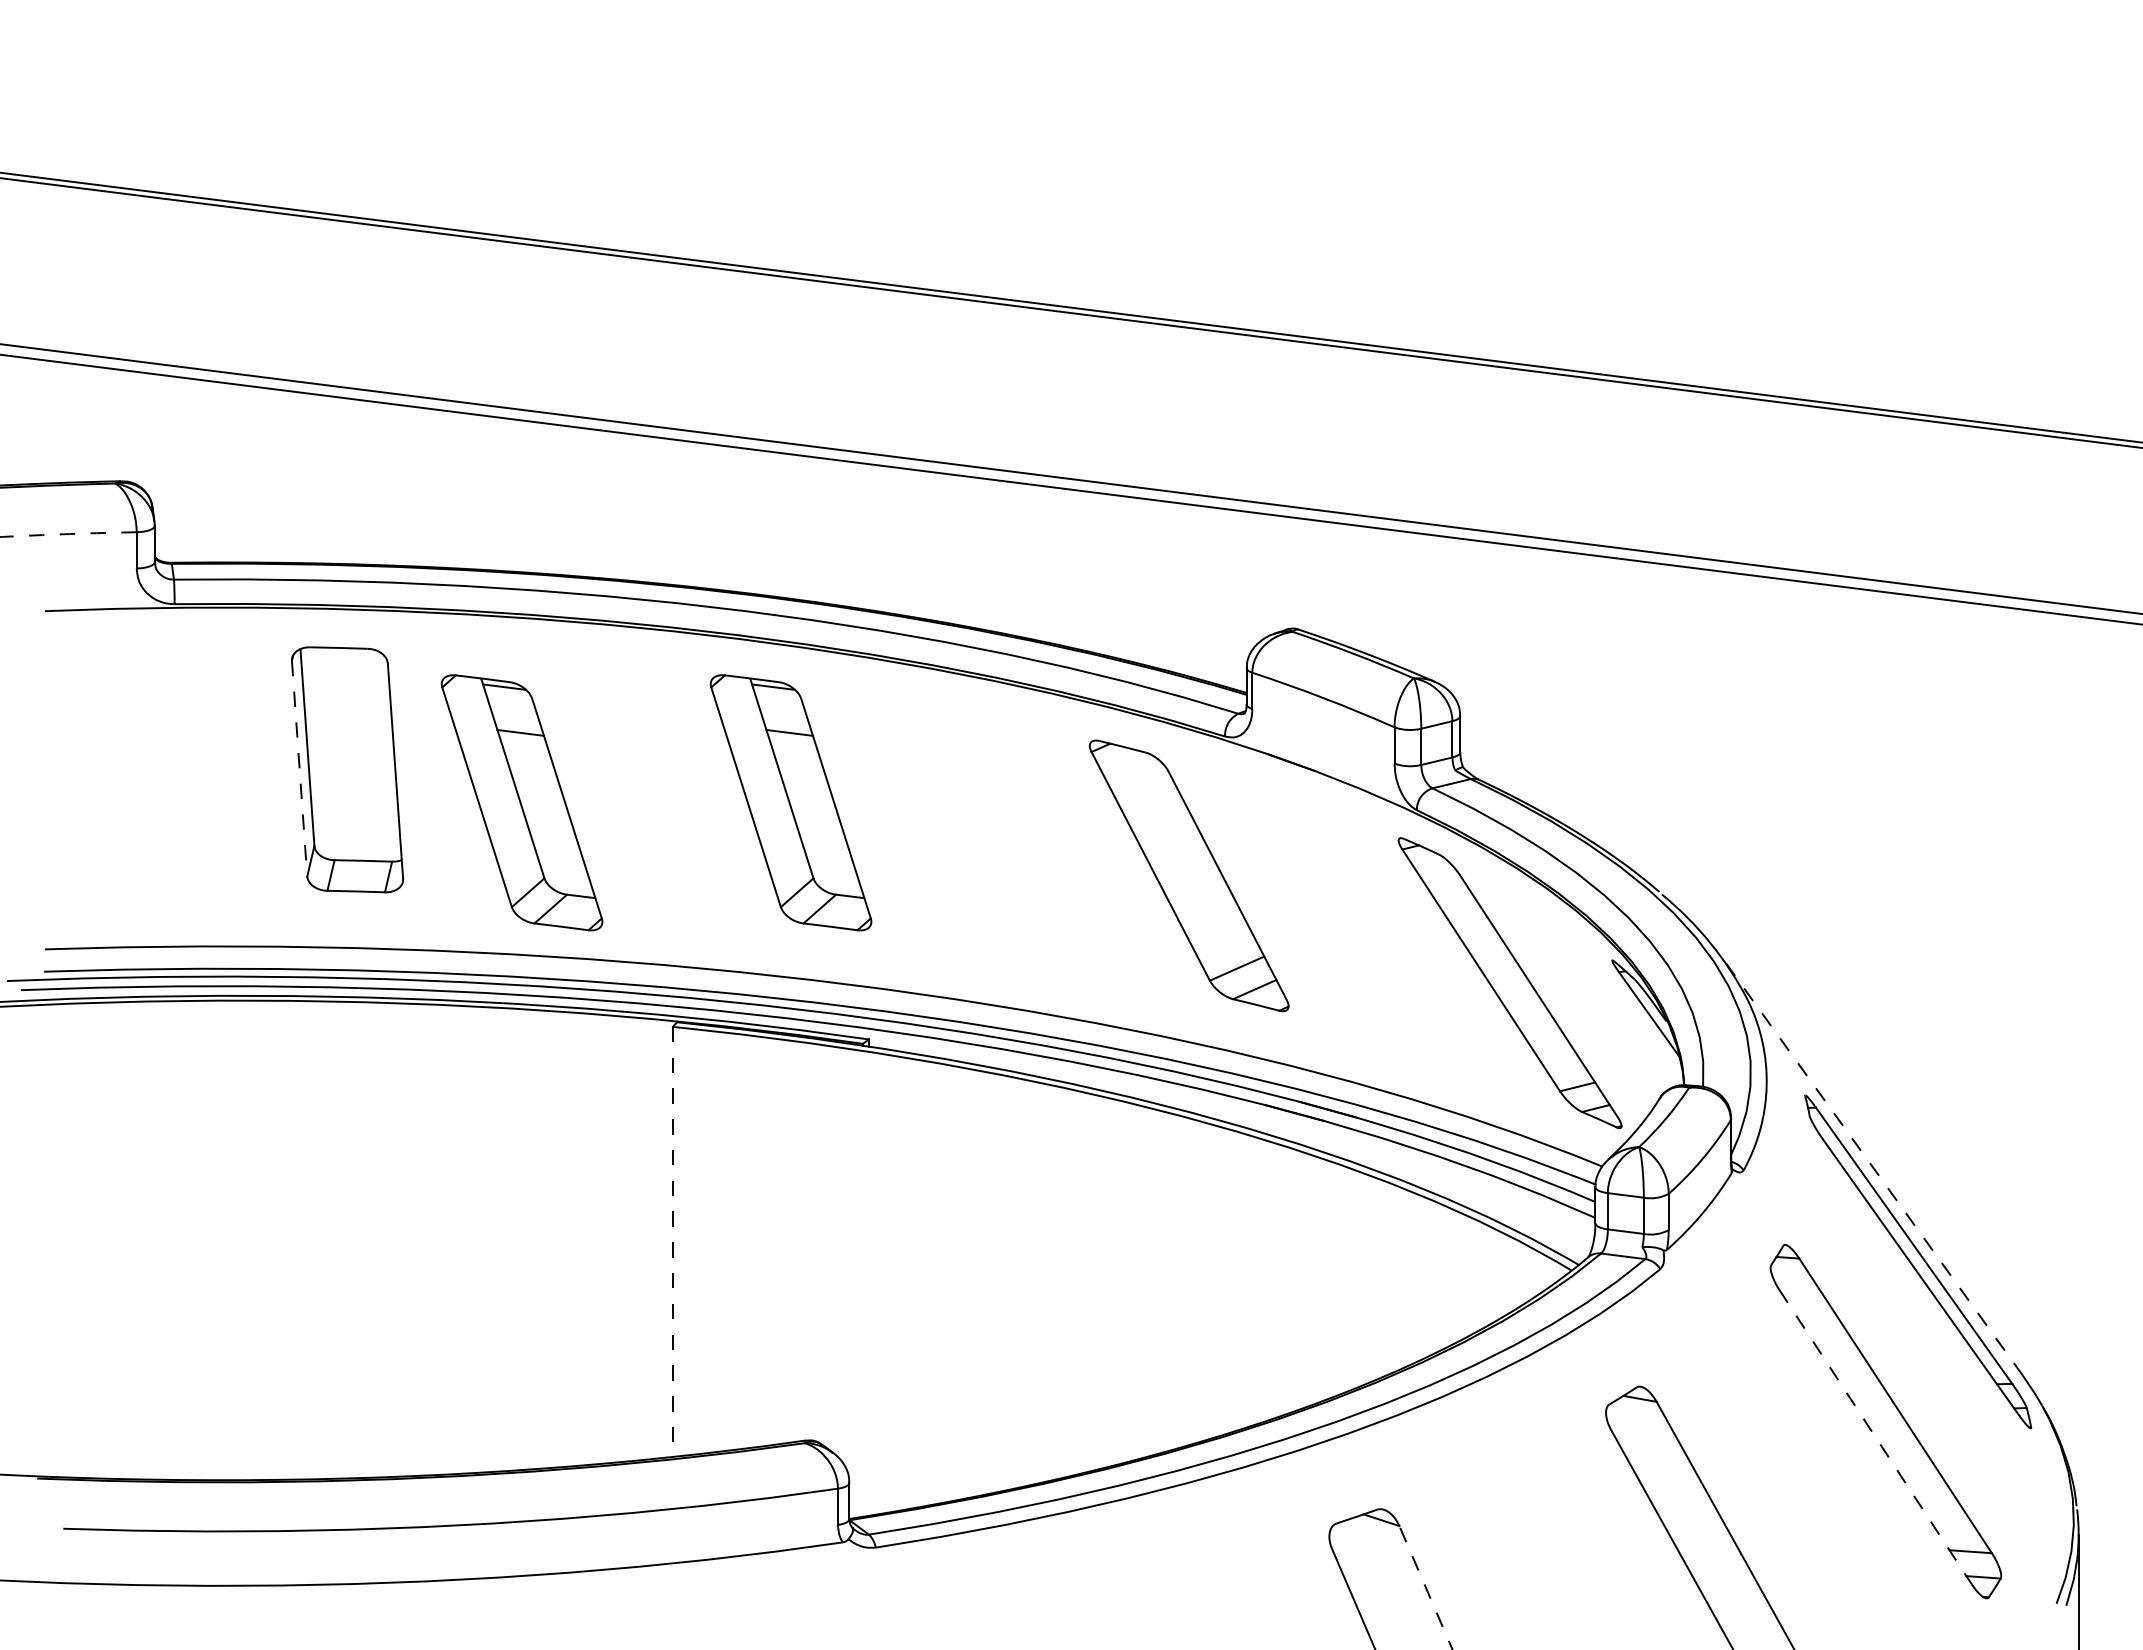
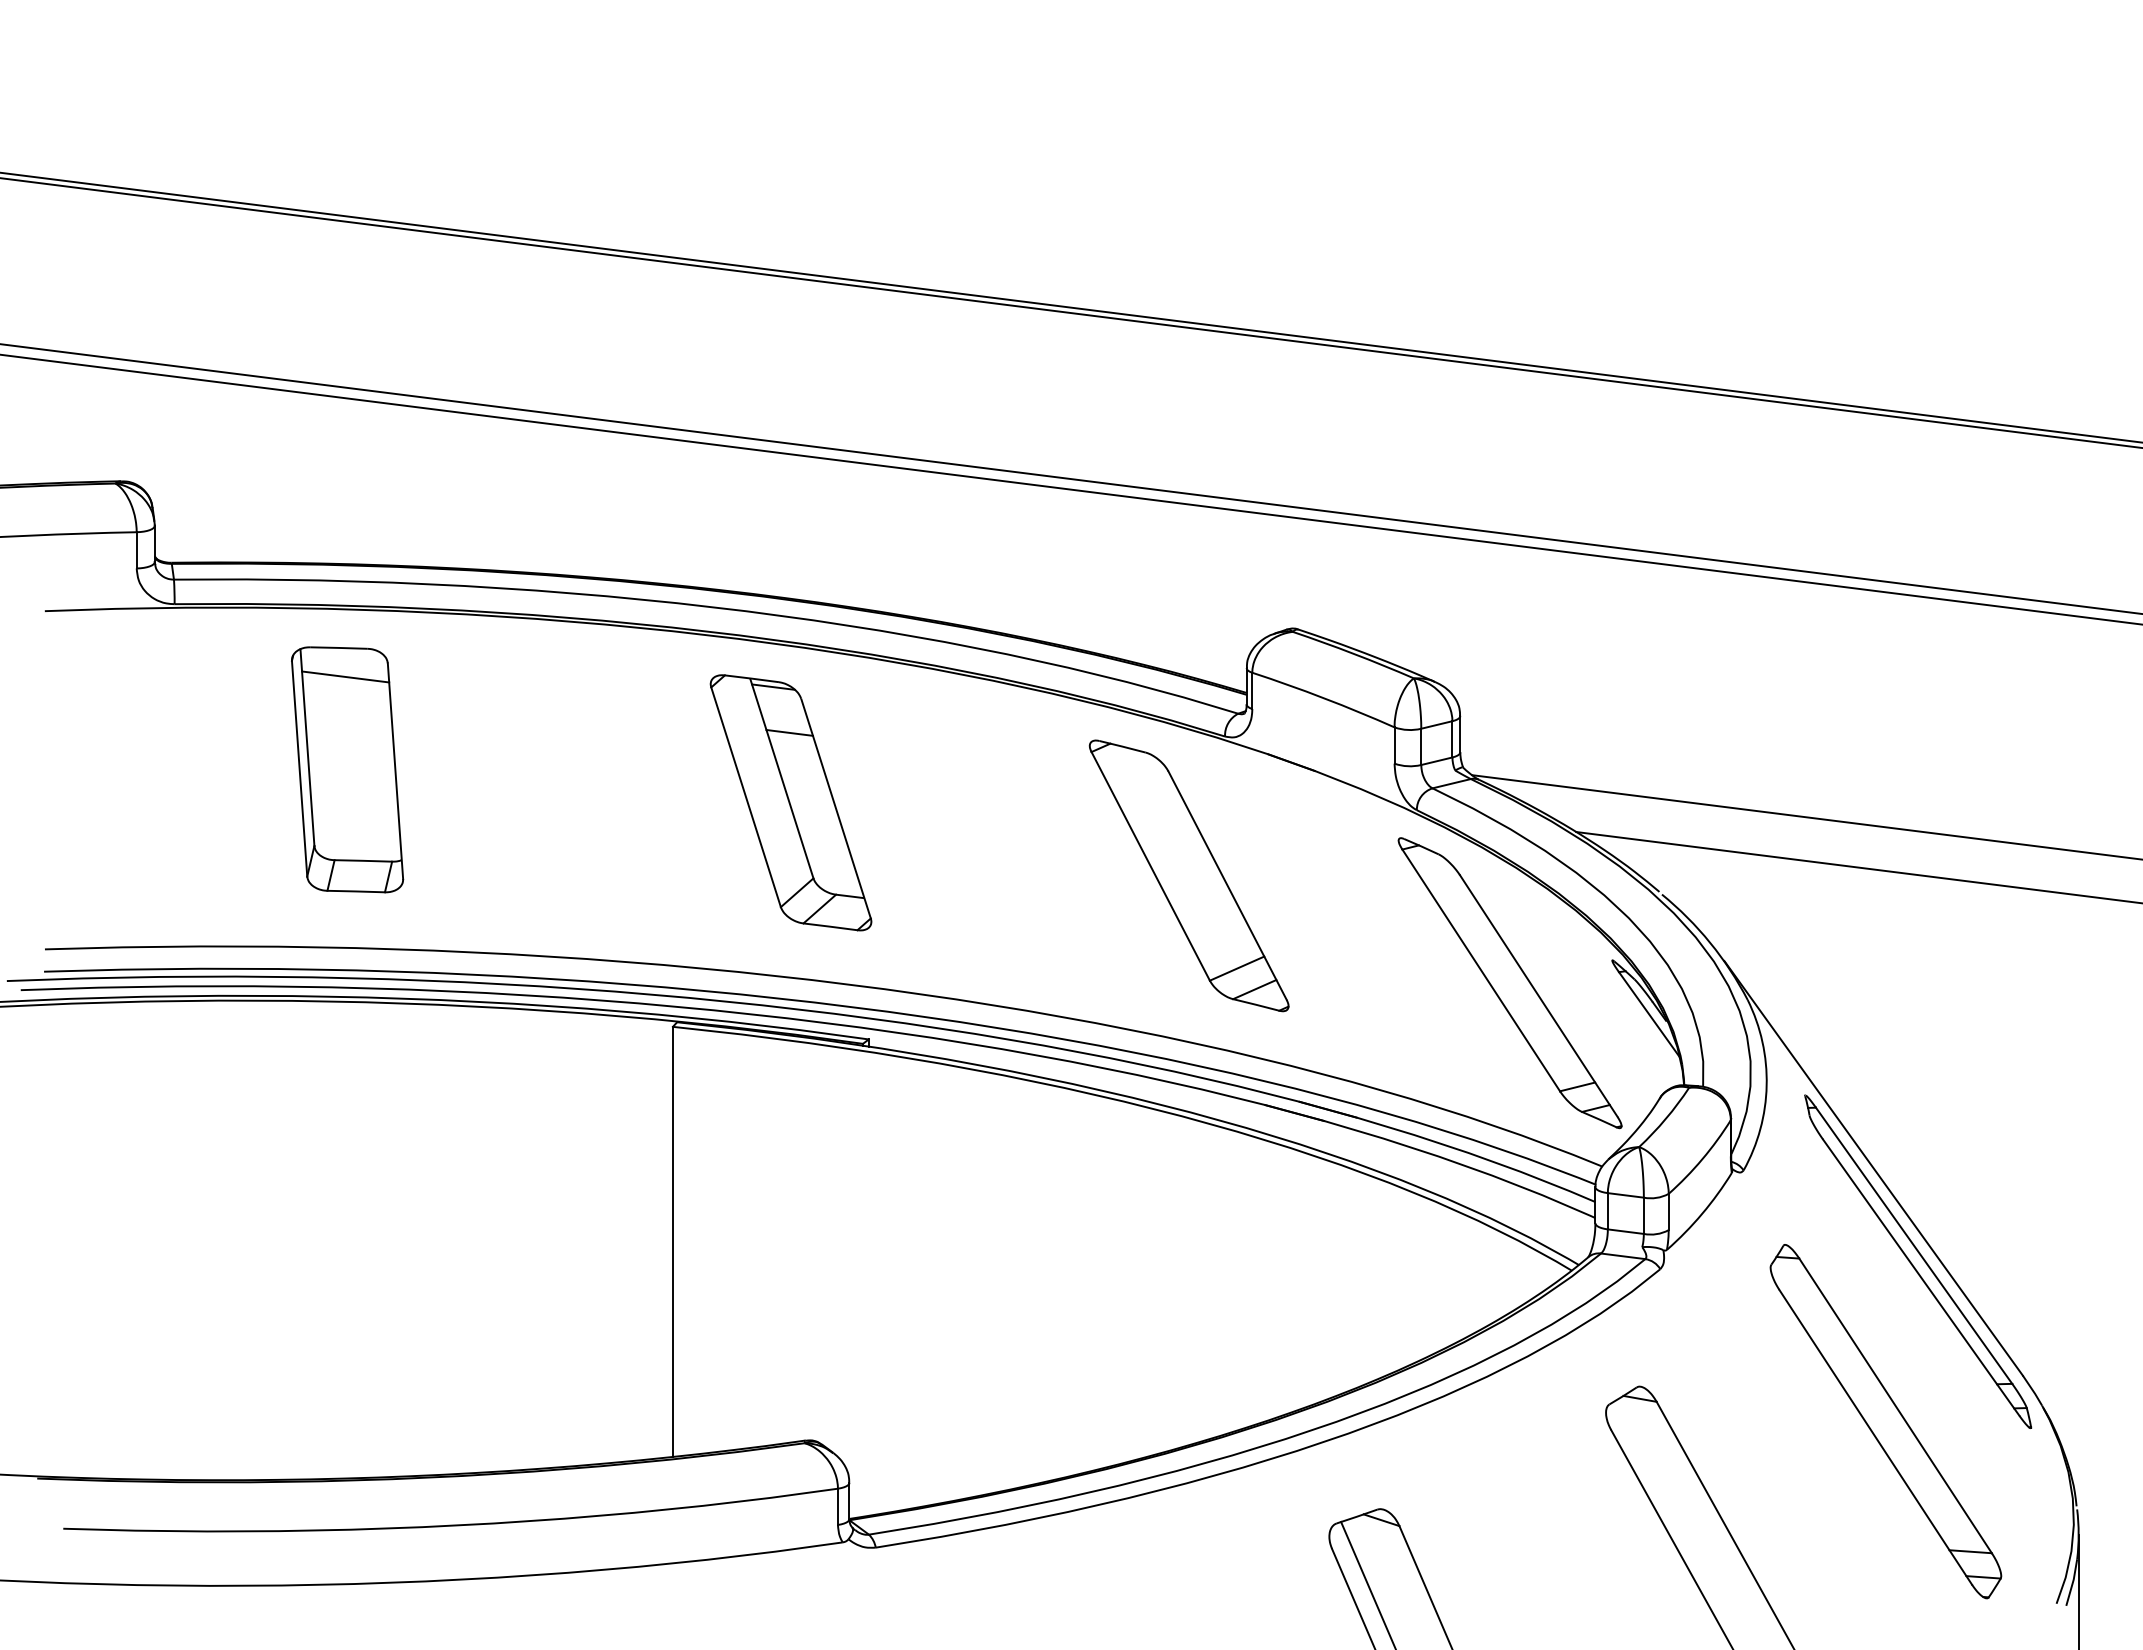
arc at (67, 534): dashed -> solid
line at (345, 676): none -> present
line at (299, 769): dashed -> solid
part at (521, 802): present -> none
line at (1805, 817): none -> present
line at (1857, 867): none -> present
line at (1873, 1167): dashed -> solid
line at (672, 1242): dashed -> solid
line at (1875, 1437): dashed -> solid
line at (1367, 1583): none -> present
line at (1425, 1587): dashed -> solid
